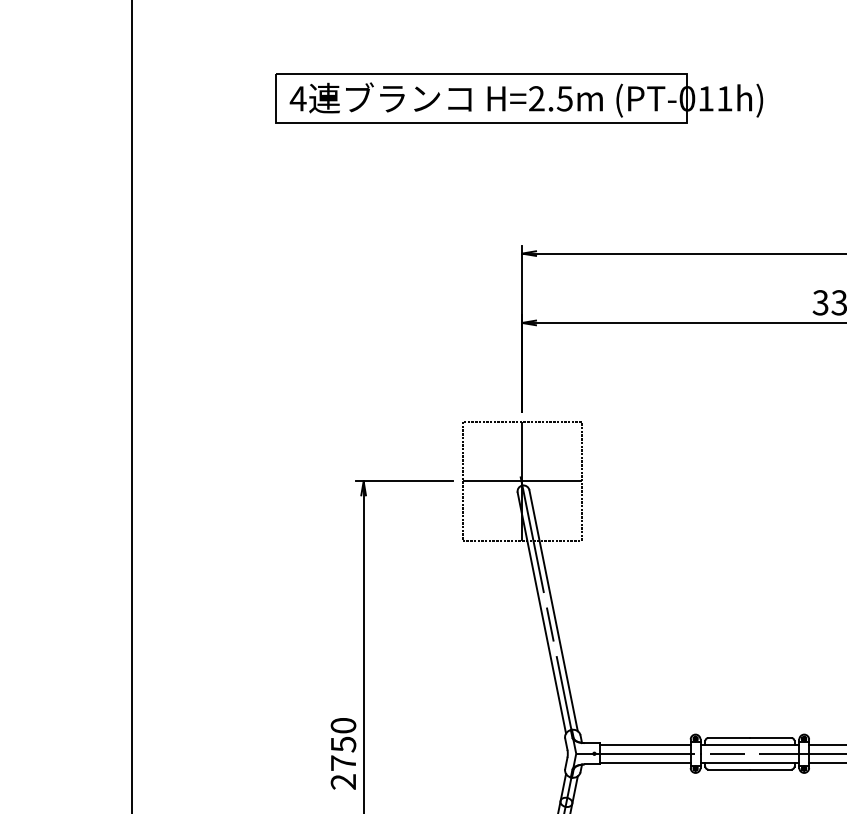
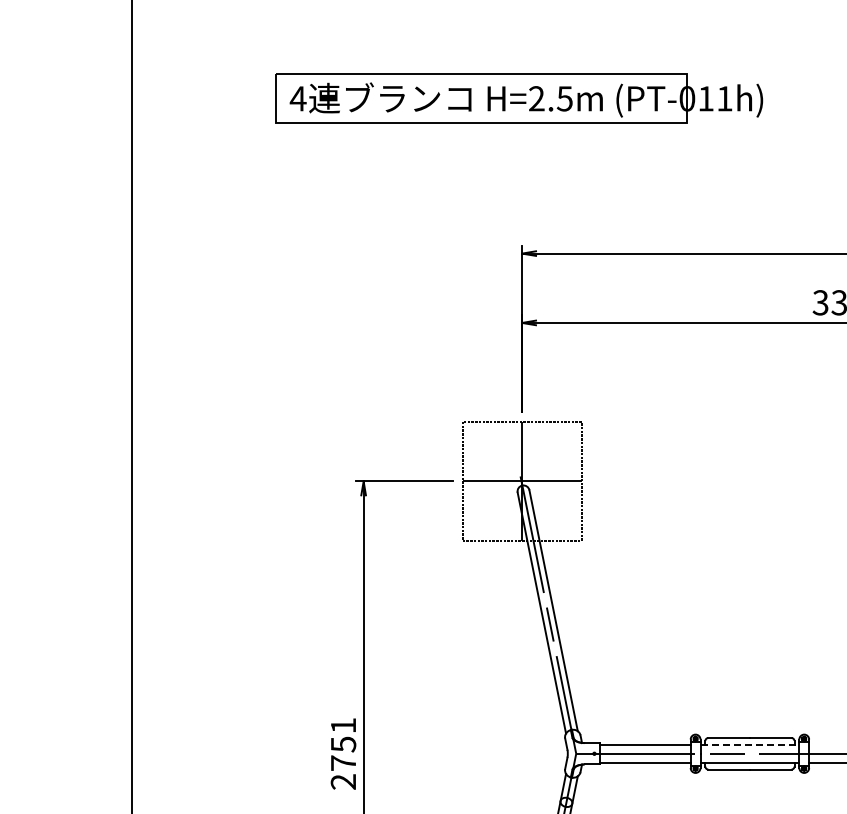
text at (343, 725): 2750 -> 2751
line at (750, 744): solid -> dashed
line at (826, 744): present -> none
